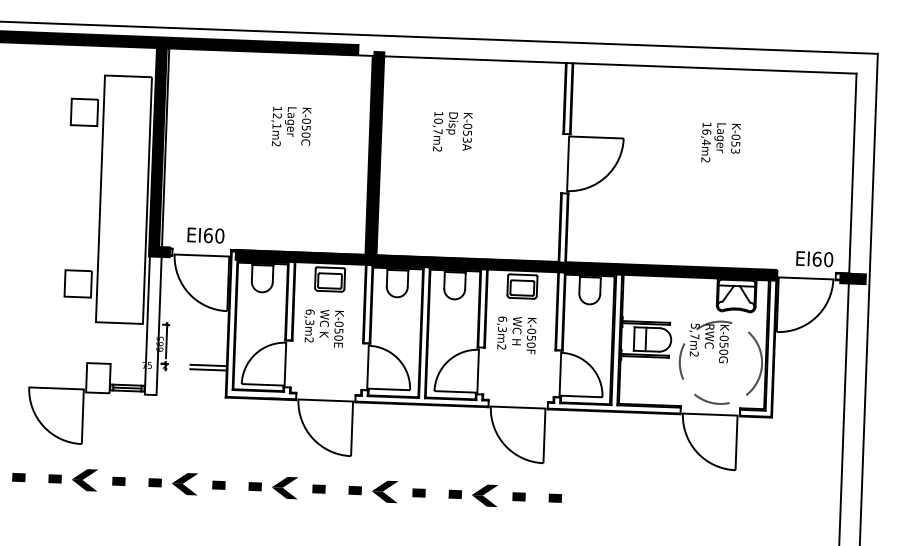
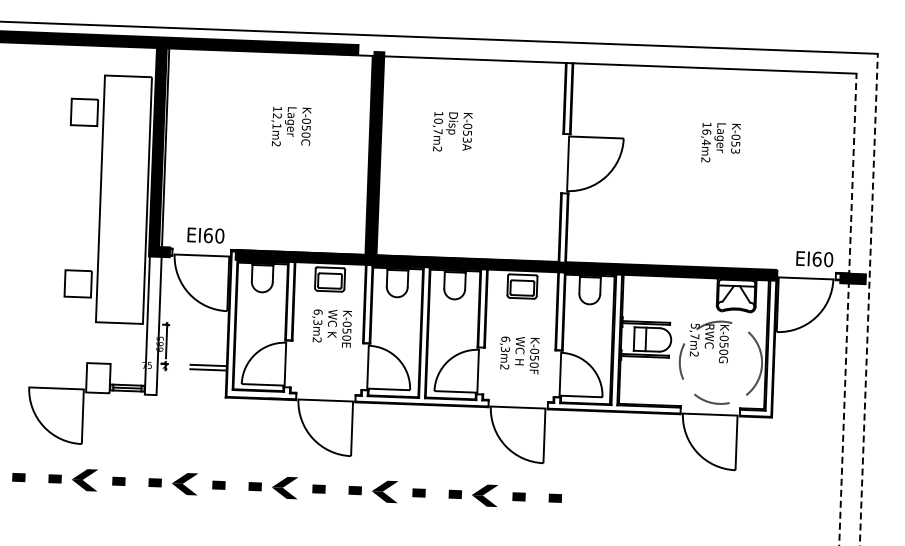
line at (868, 299): solid -> dashed
line at (847, 309): solid -> dashed
text at (323, 328) position: (323, 328) -> (331, 328)
text at (516, 335) position: (516, 335) -> (519, 355)
